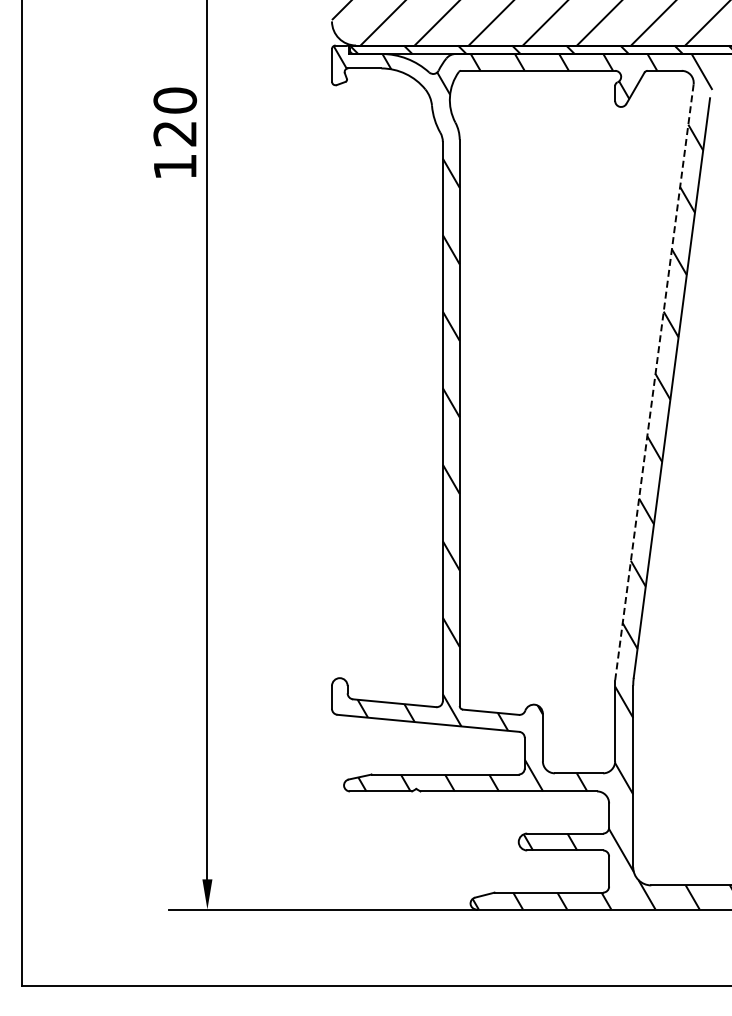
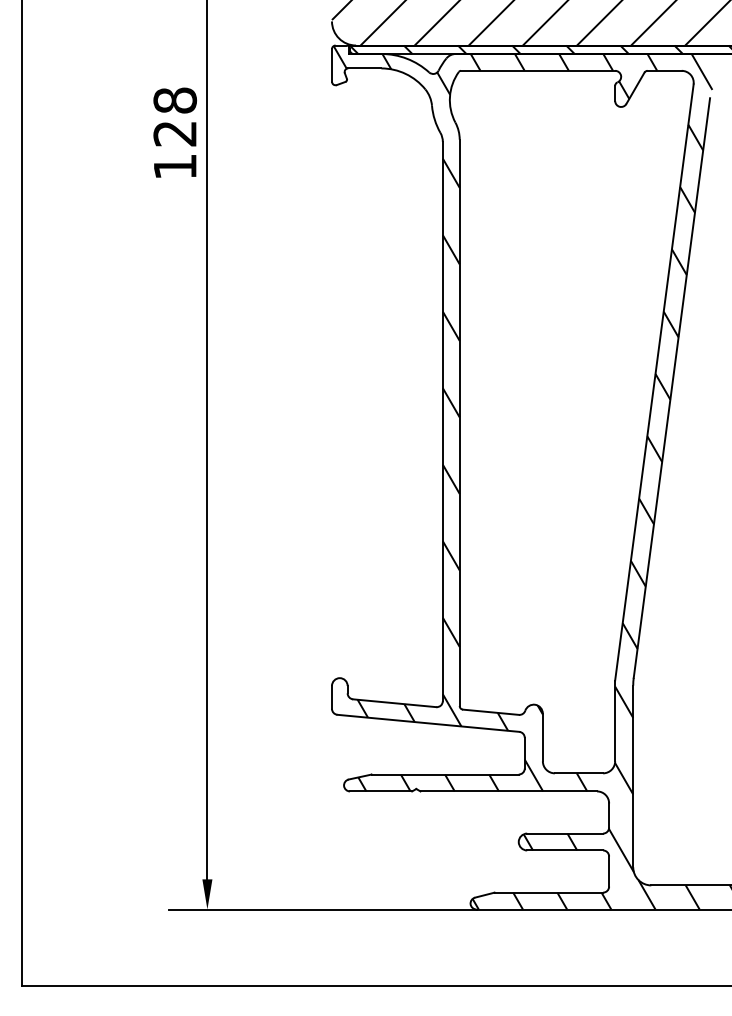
text at (174, 100): 120 -> 128
line at (654, 382): dashed -> solid
